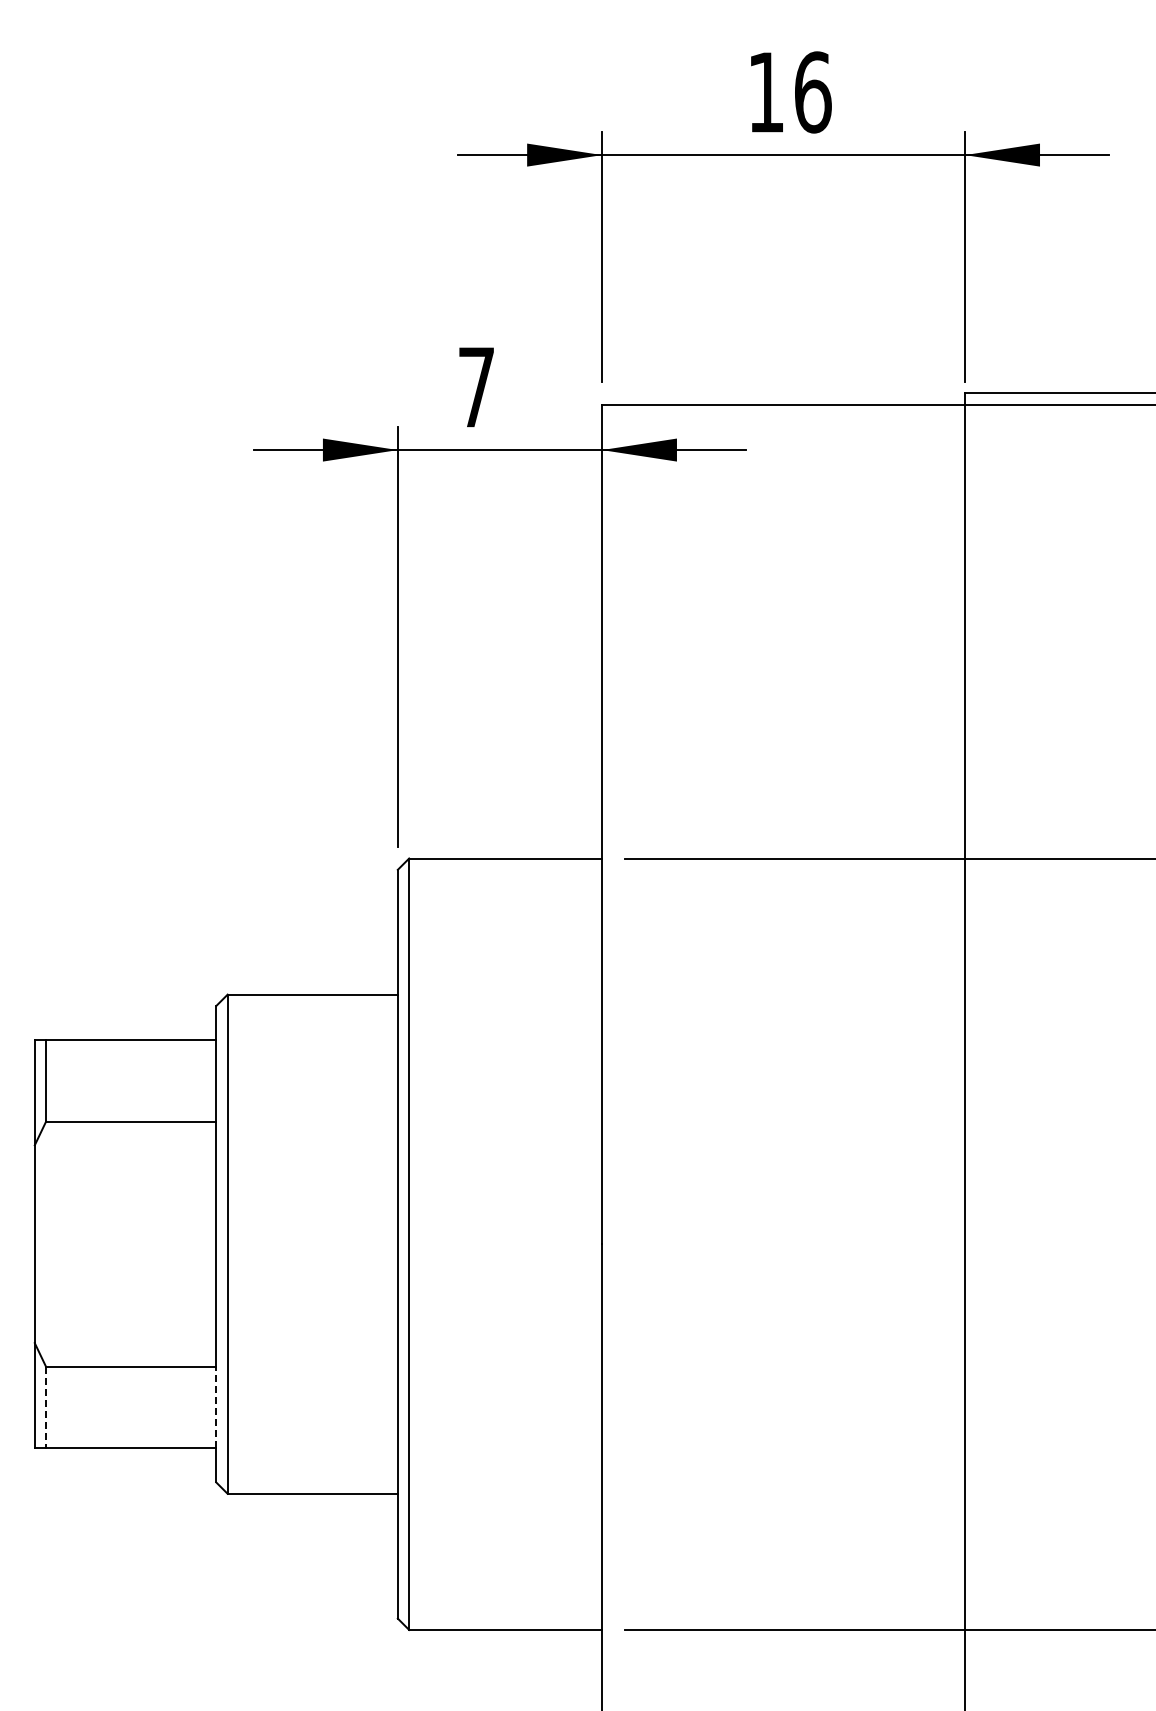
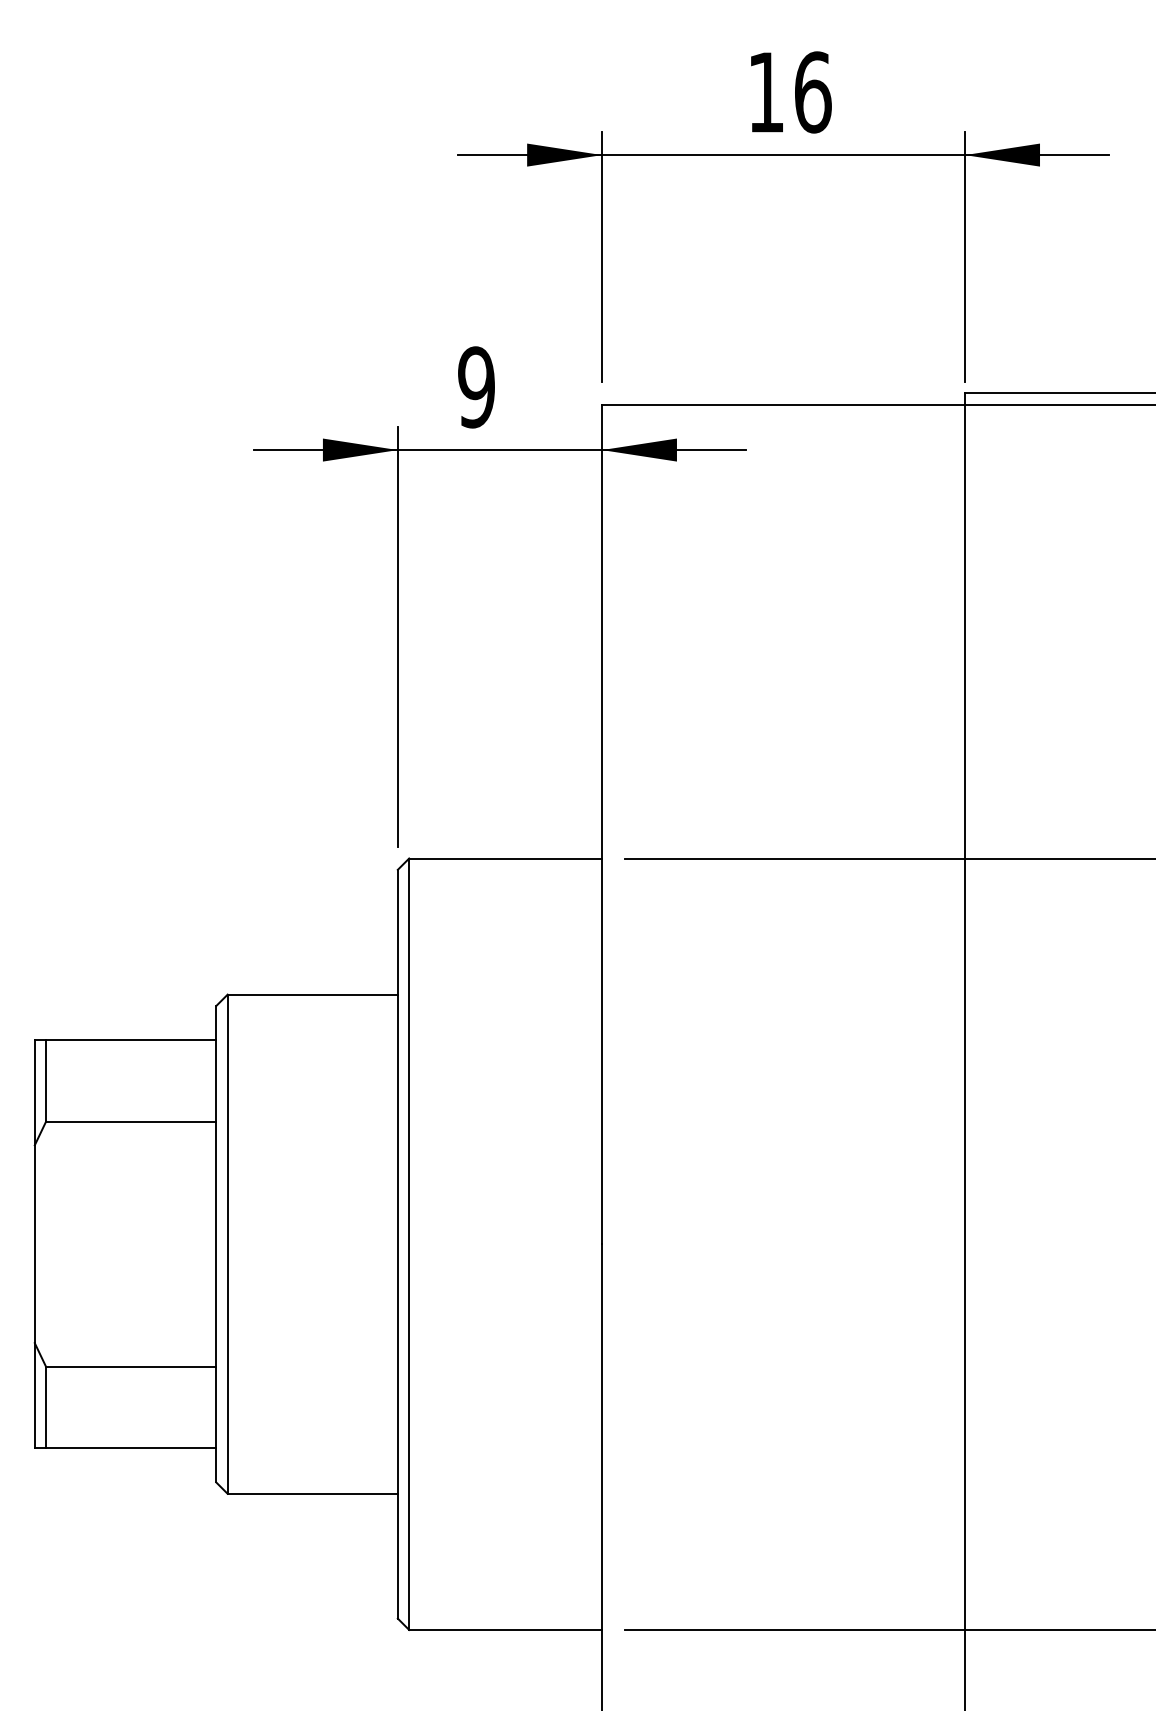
text at (476, 387): 7 -> 9
line at (46, 1407): dashed -> solid
line at (216, 1407): dashed -> solid
